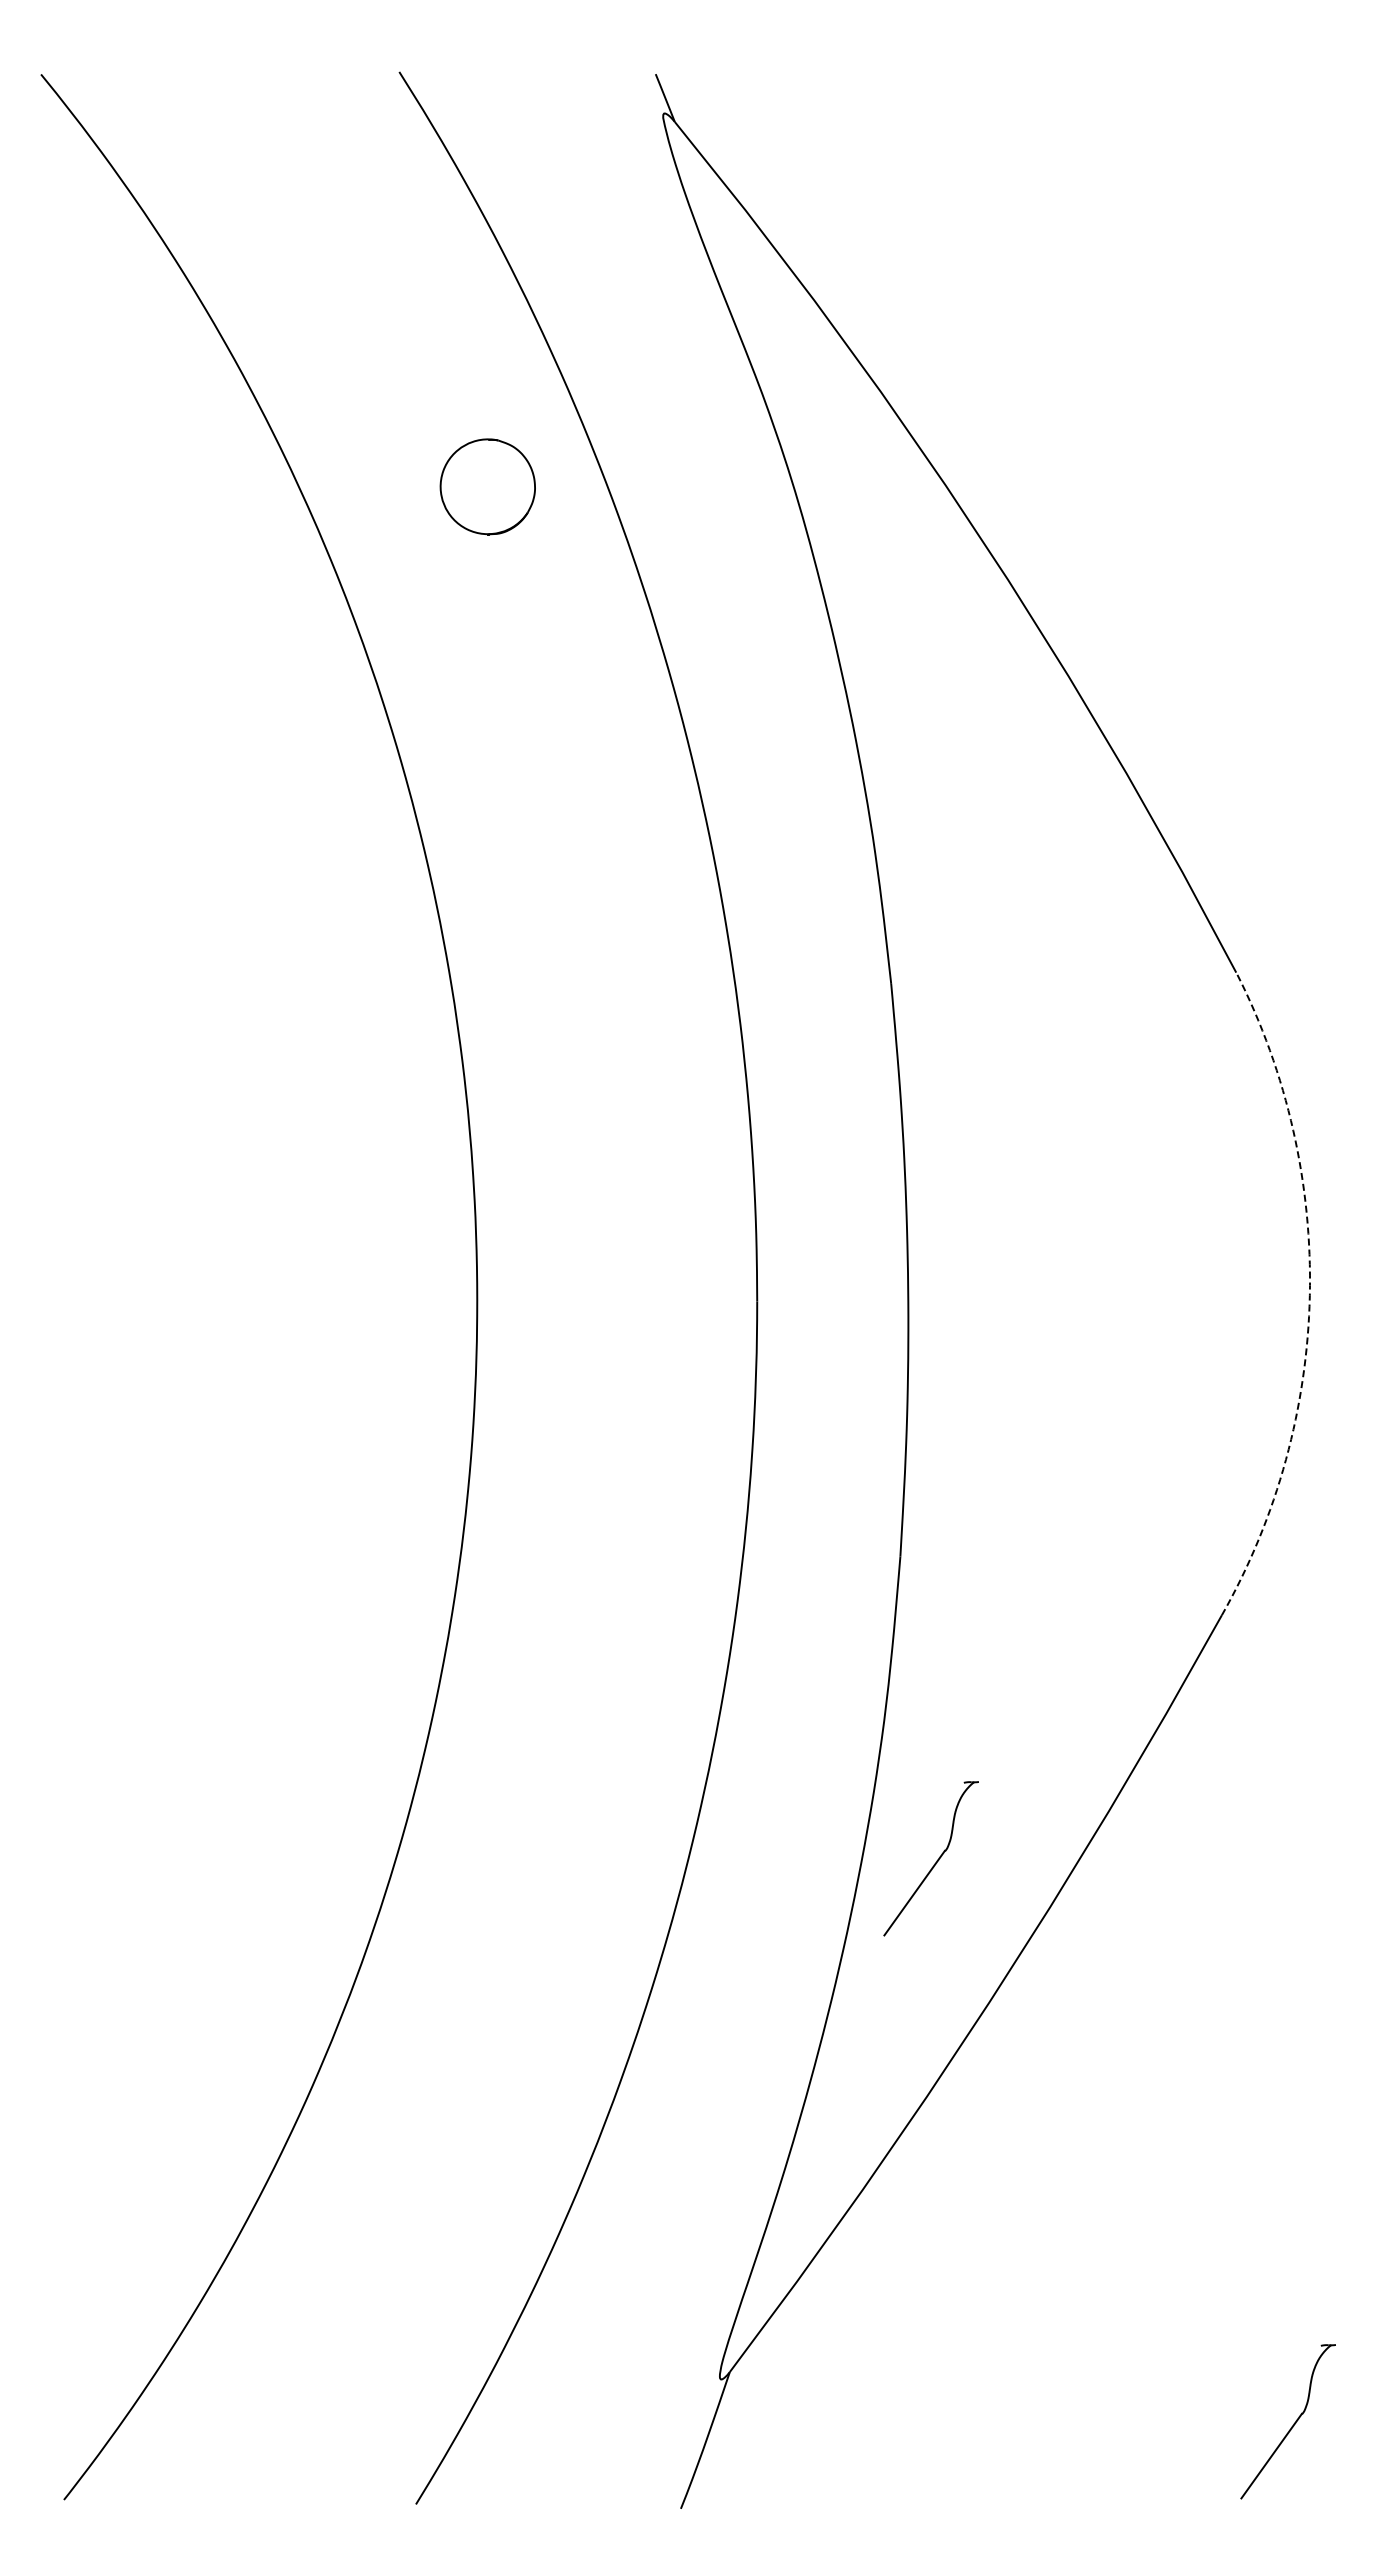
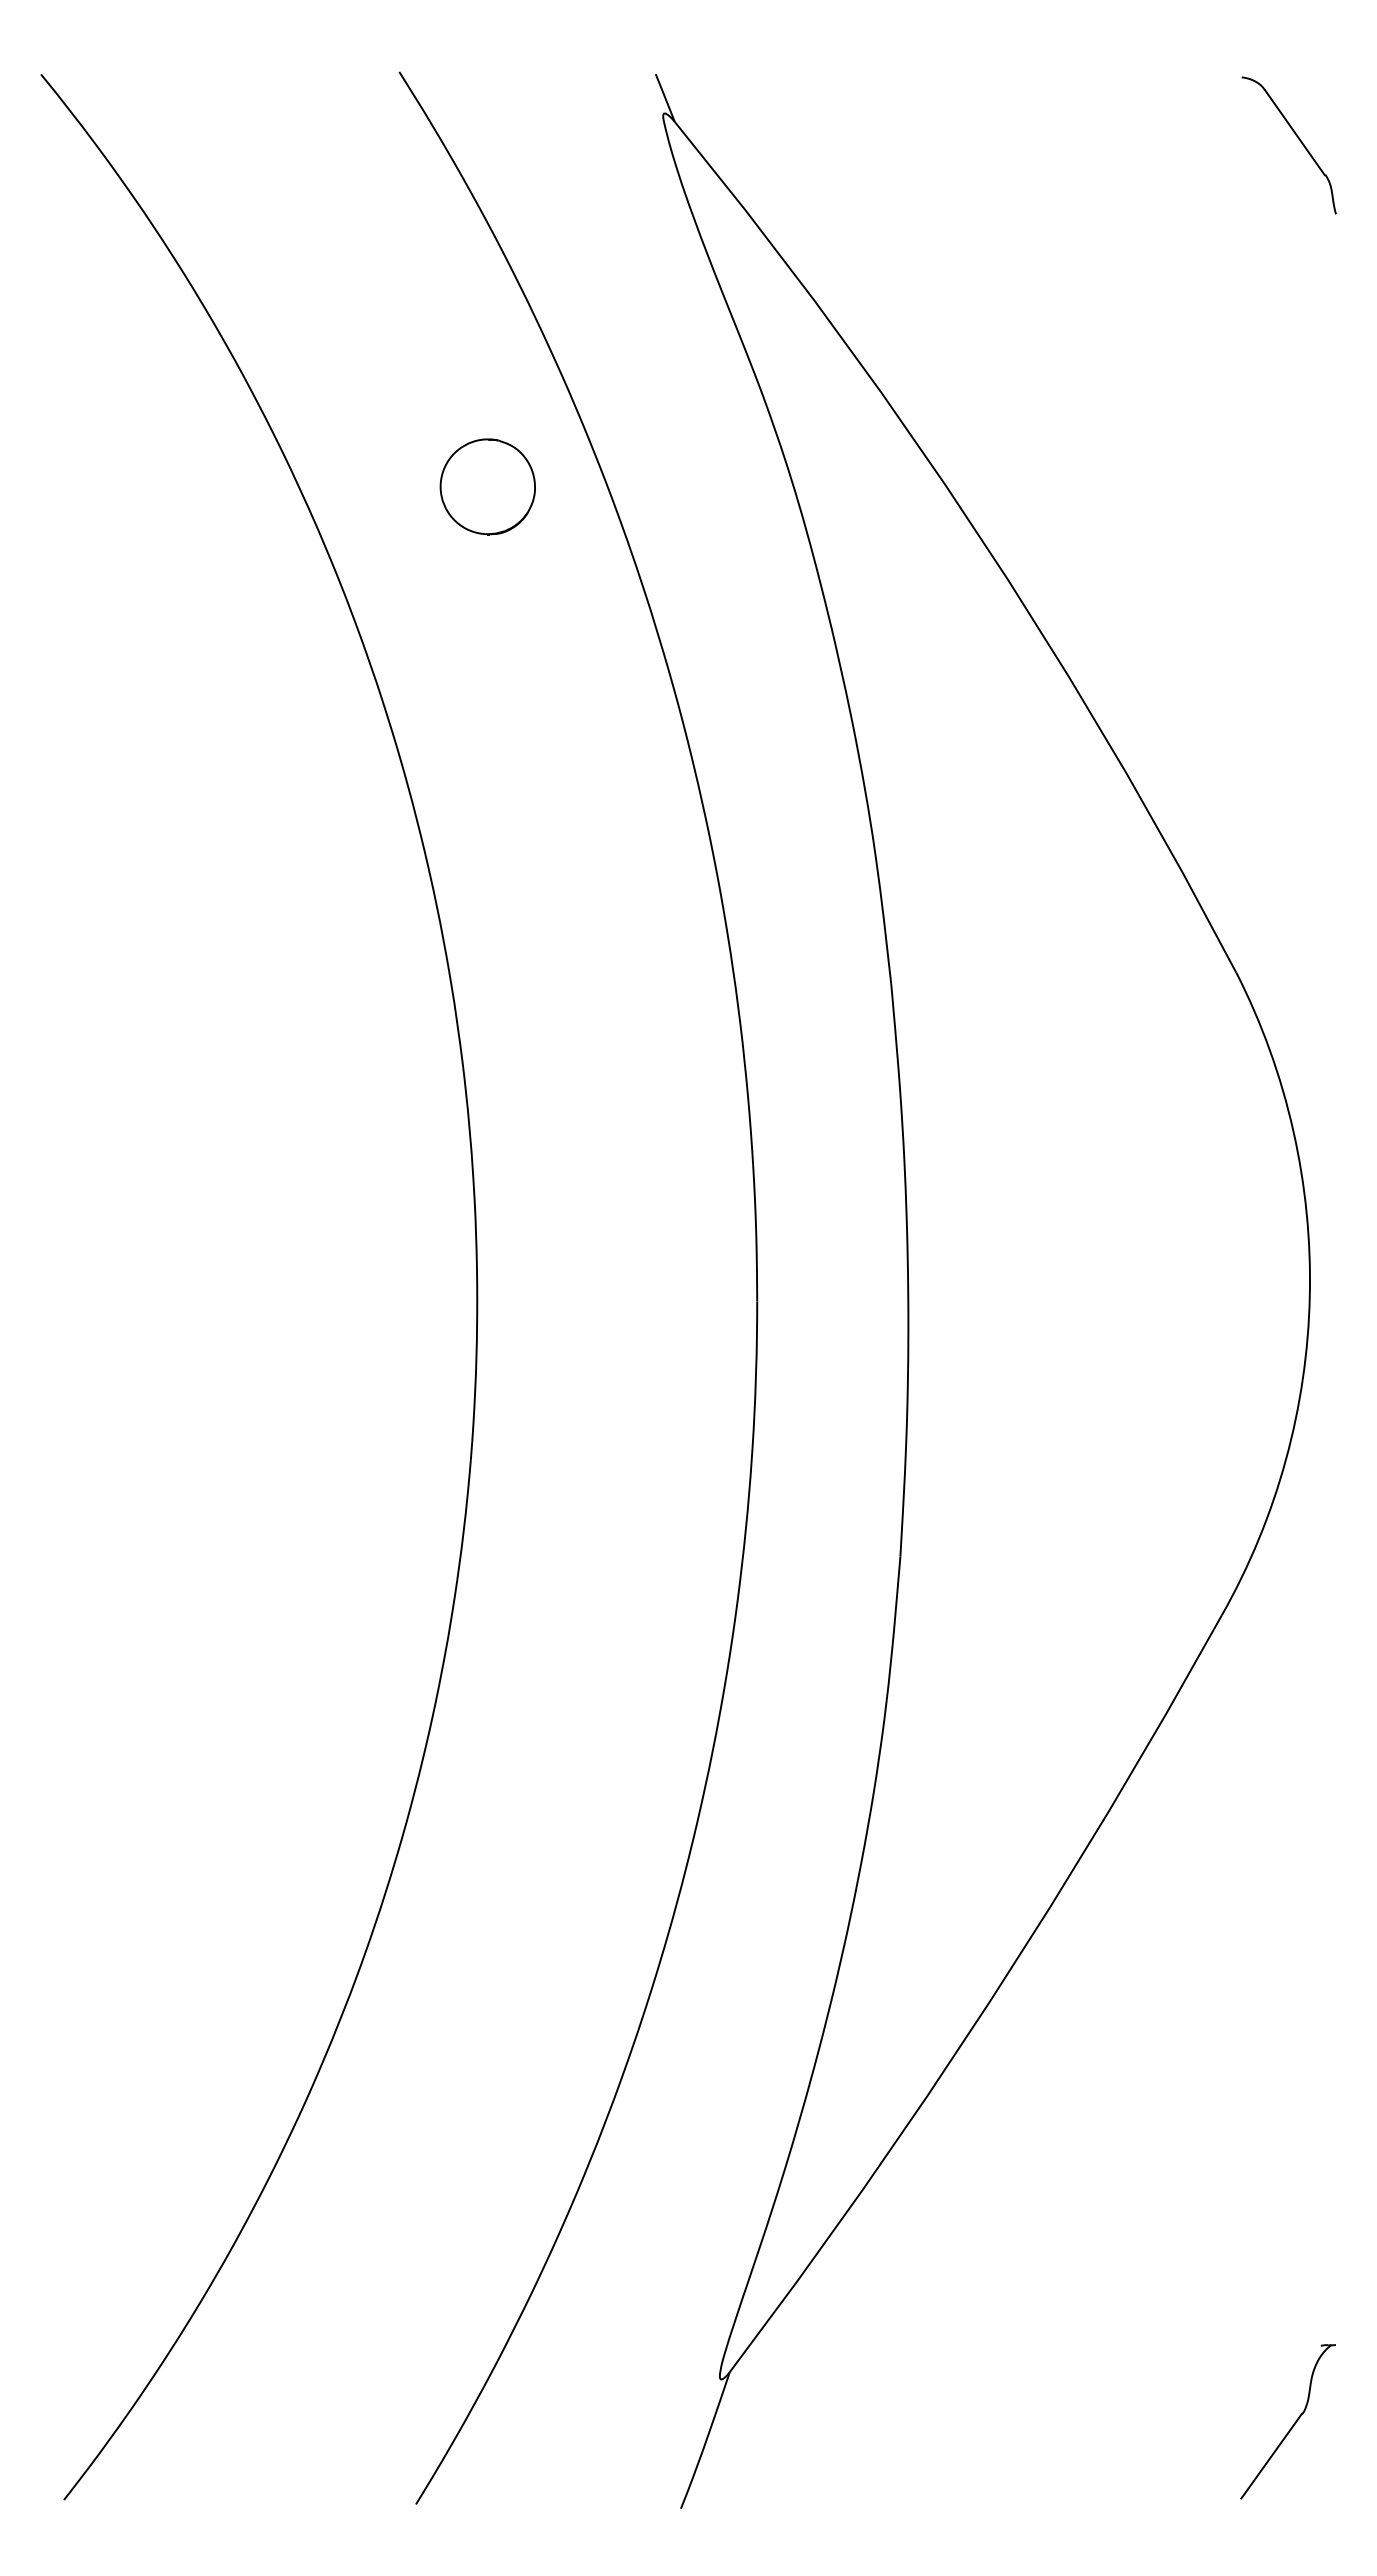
part at (1297, 138): none -> present
arc at (1309, 1295): dashed -> solid
part at (936, 1860): present -> none
